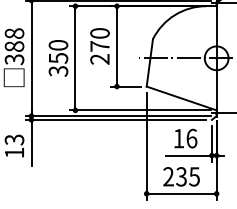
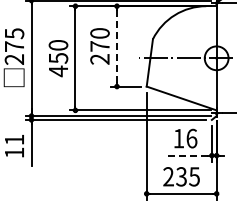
text at (14, 46): 388 -> 275
line at (117, 46): solid -> dashed
text at (58, 71): 350 -> 450
text at (14, 139): 13 -> 11
line at (186, 155): solid -> dashed
